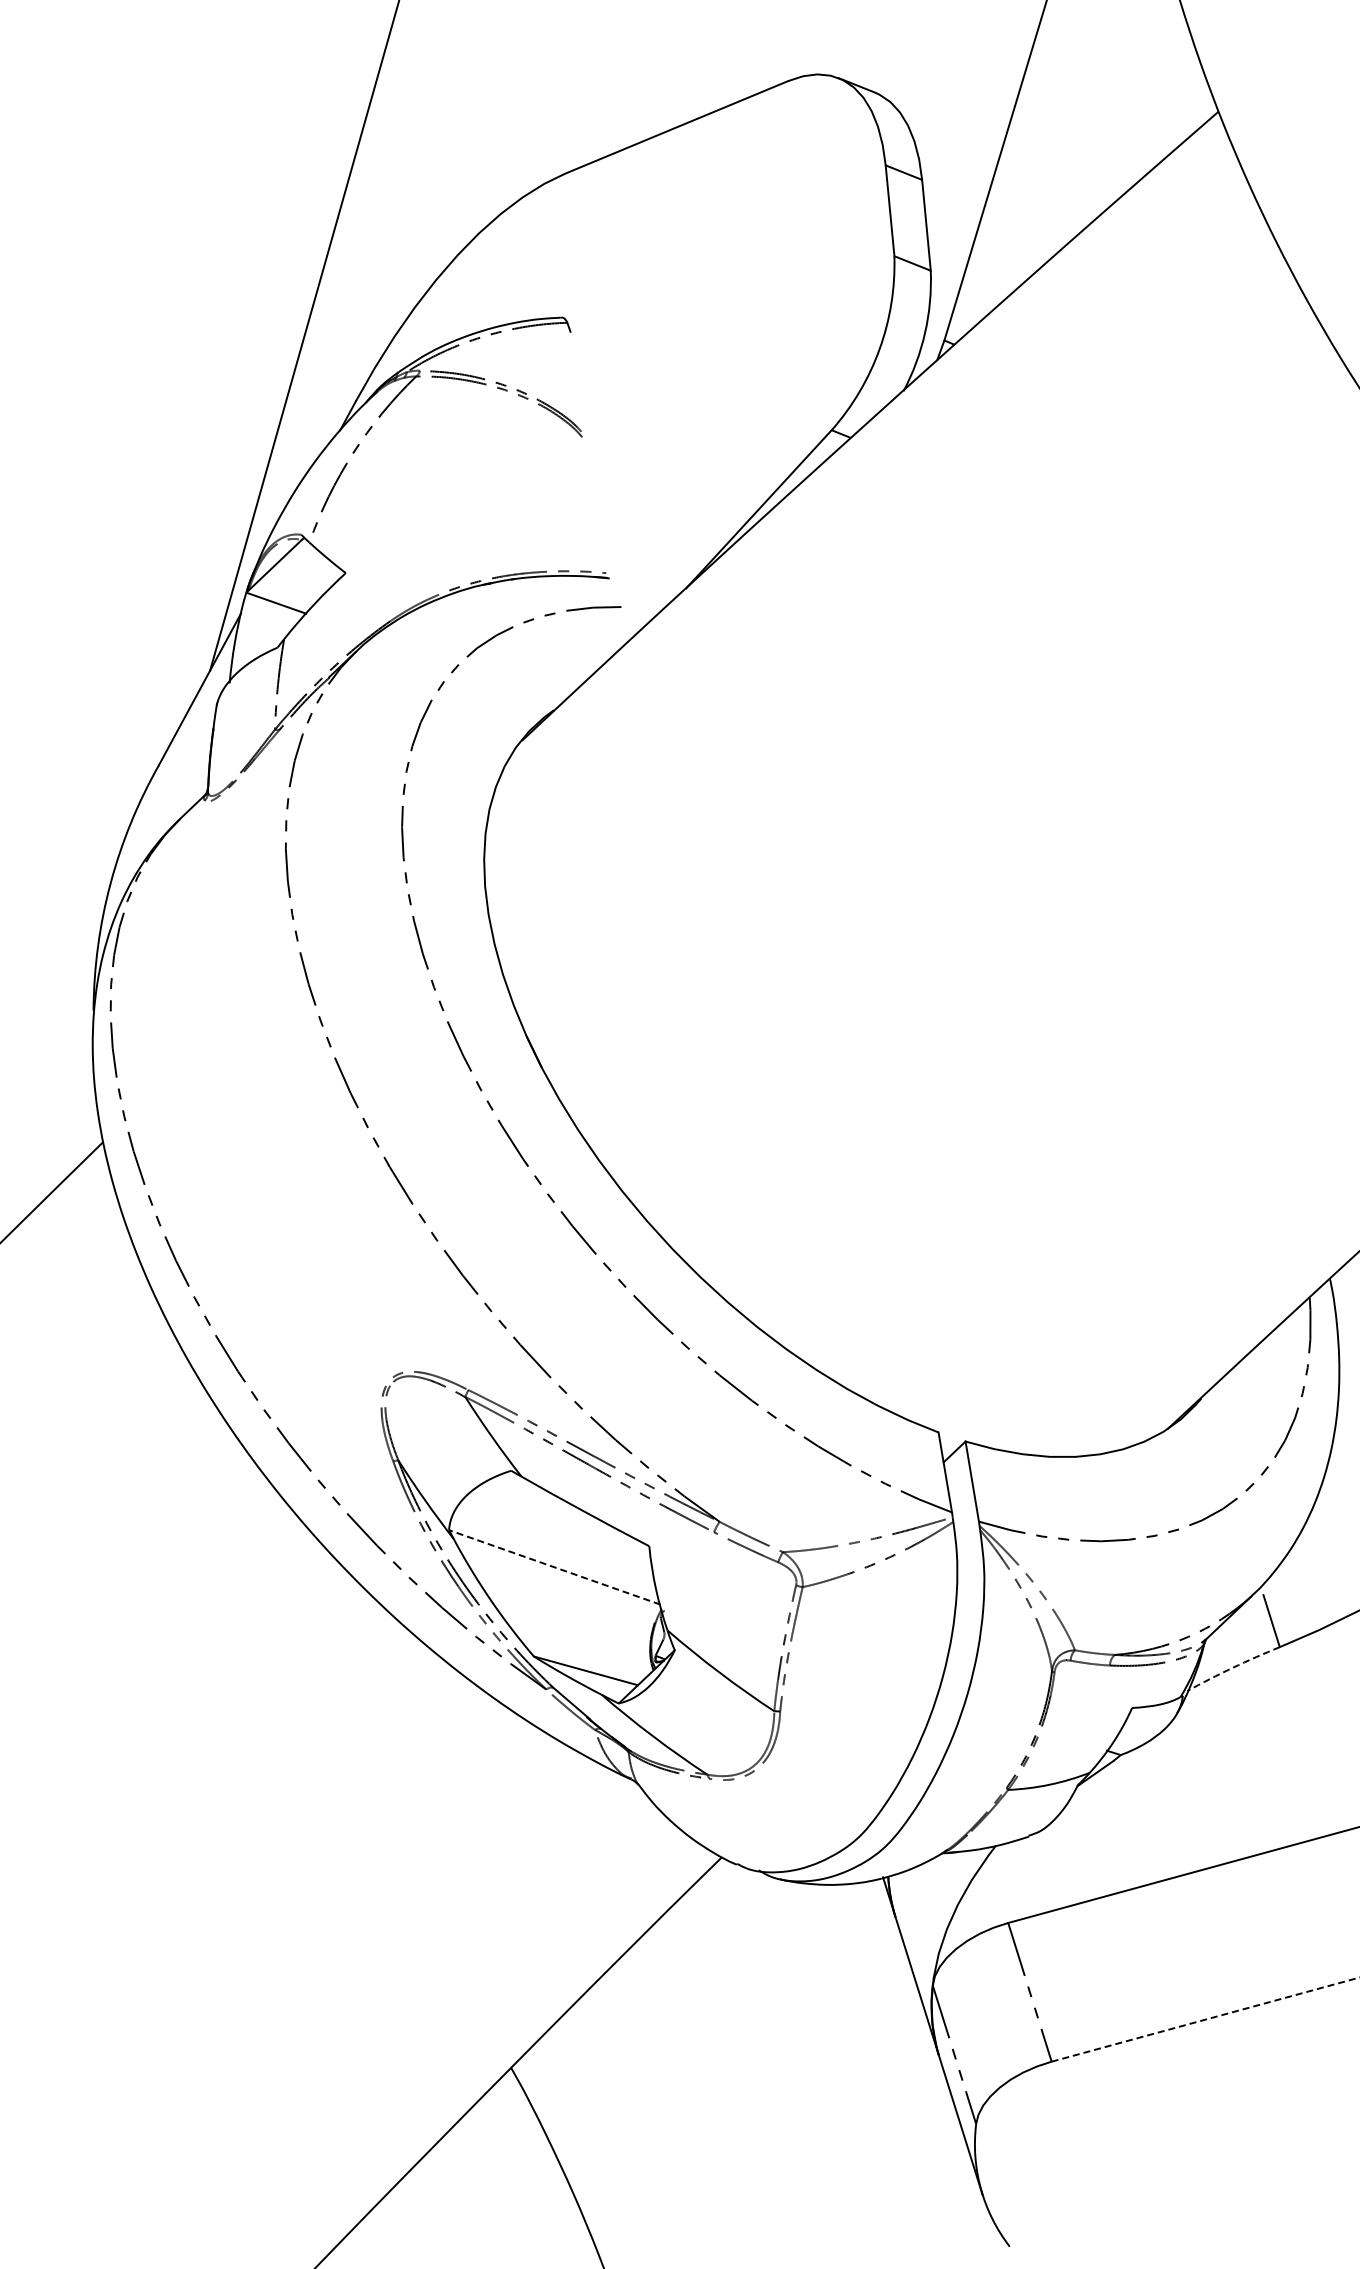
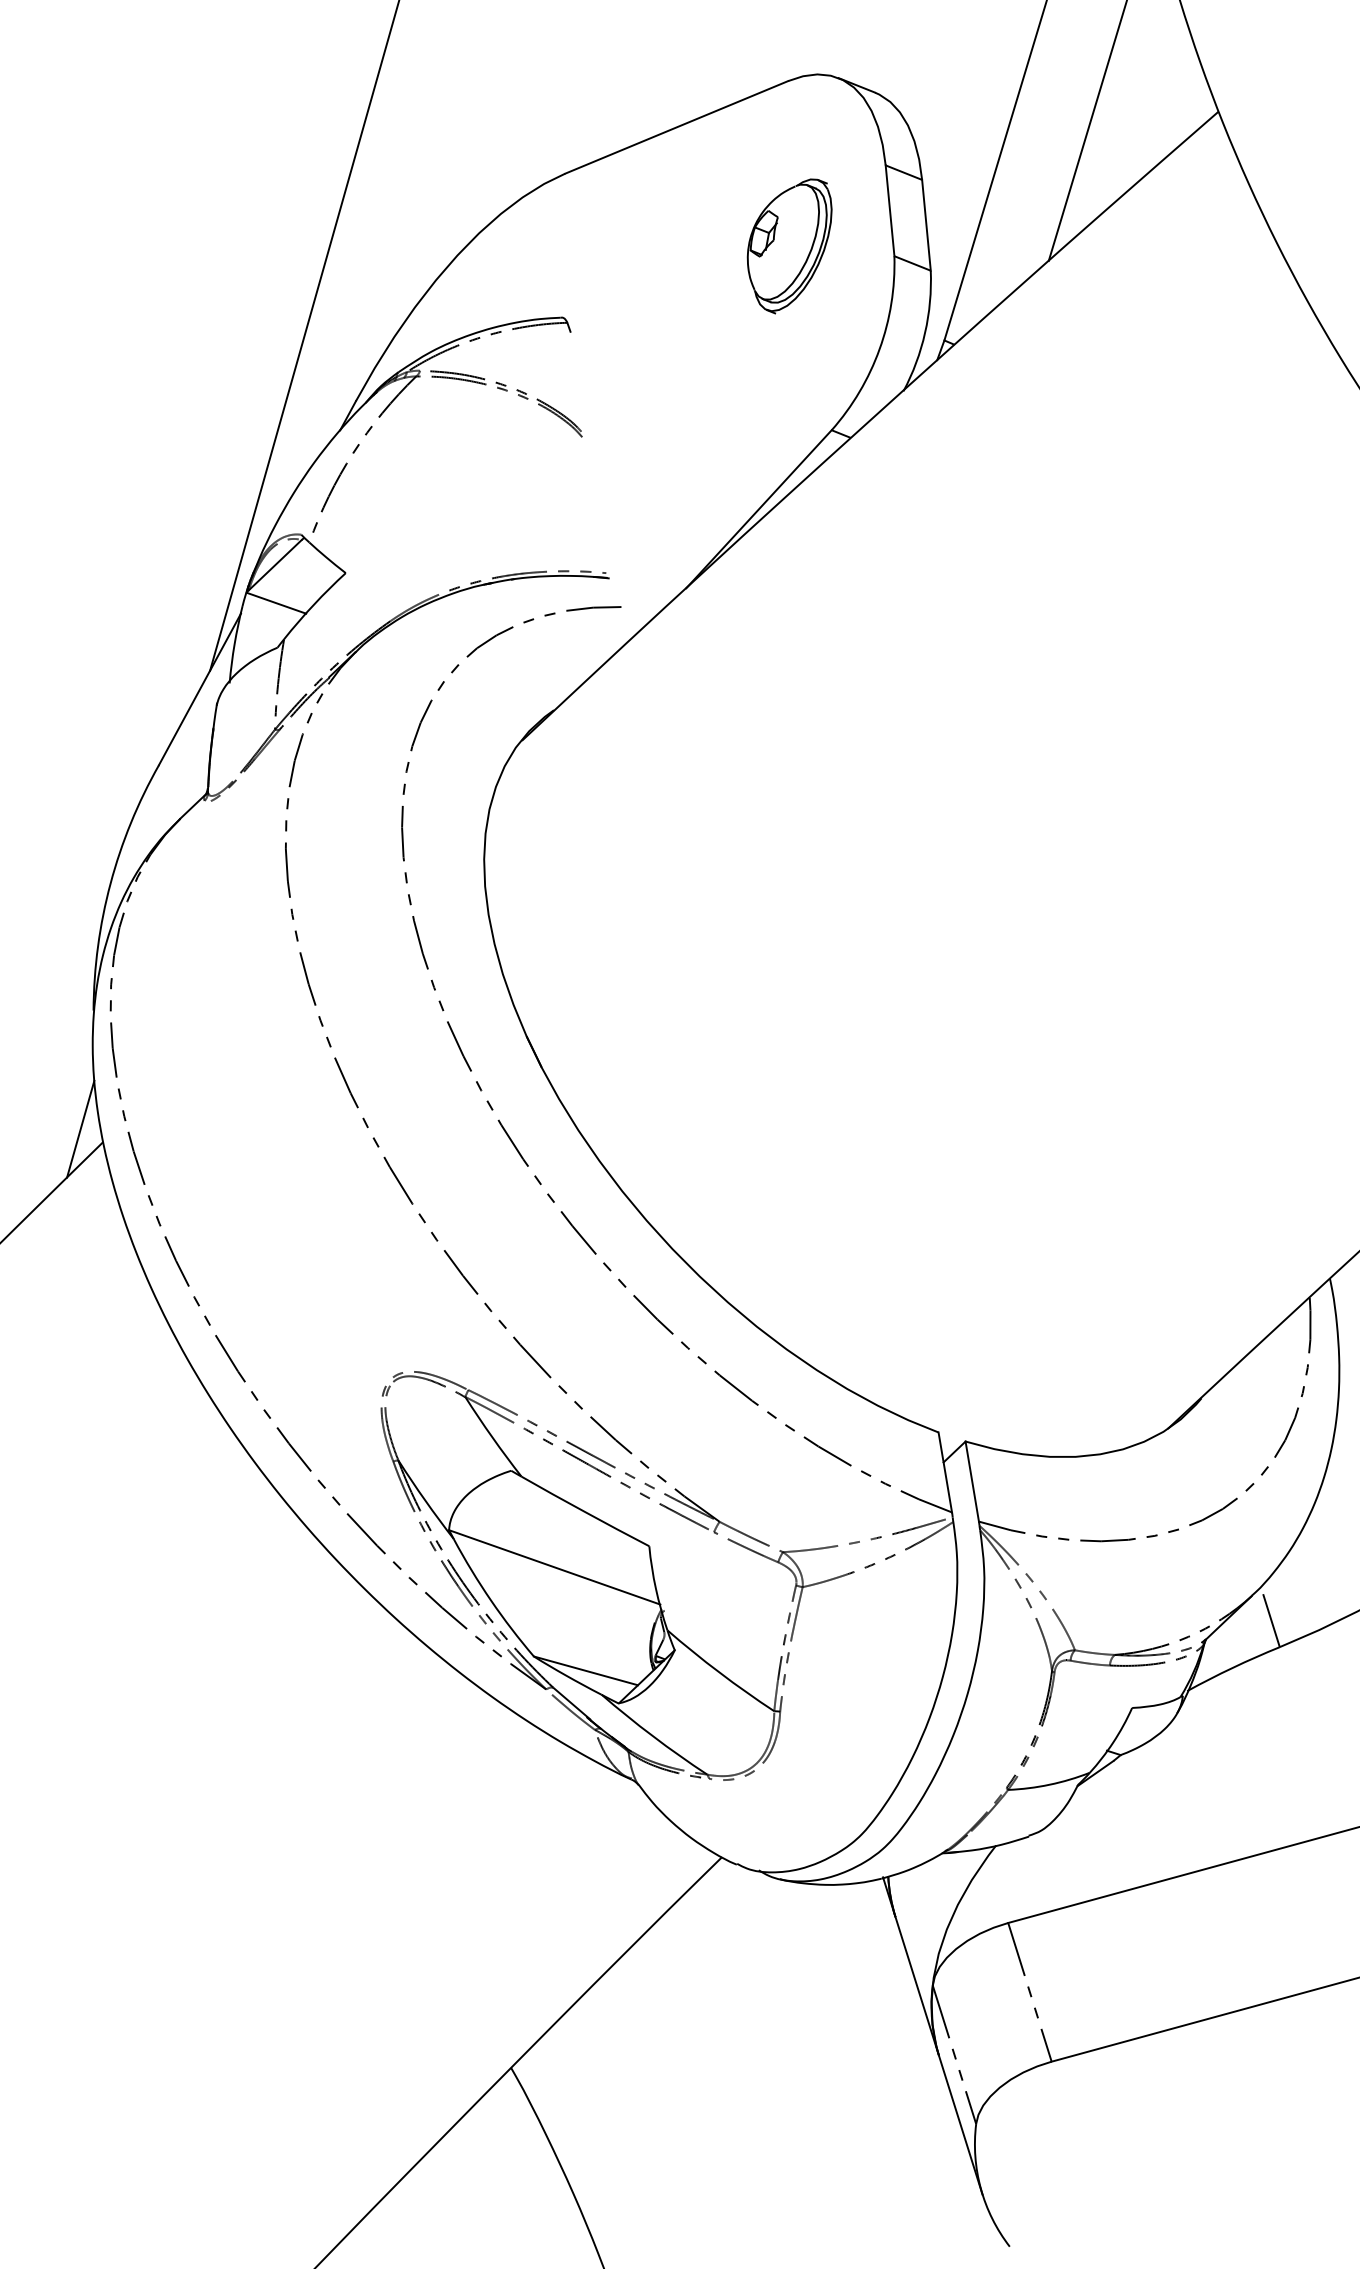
line at (1087, 131): none -> present
part at (789, 246): none -> present
line at (80, 1128): none -> present
line at (554, 1567): dashed -> solid
arc at (1232, 1667): dashed -> solid
line at (1205, 2019): dashed -> solid
